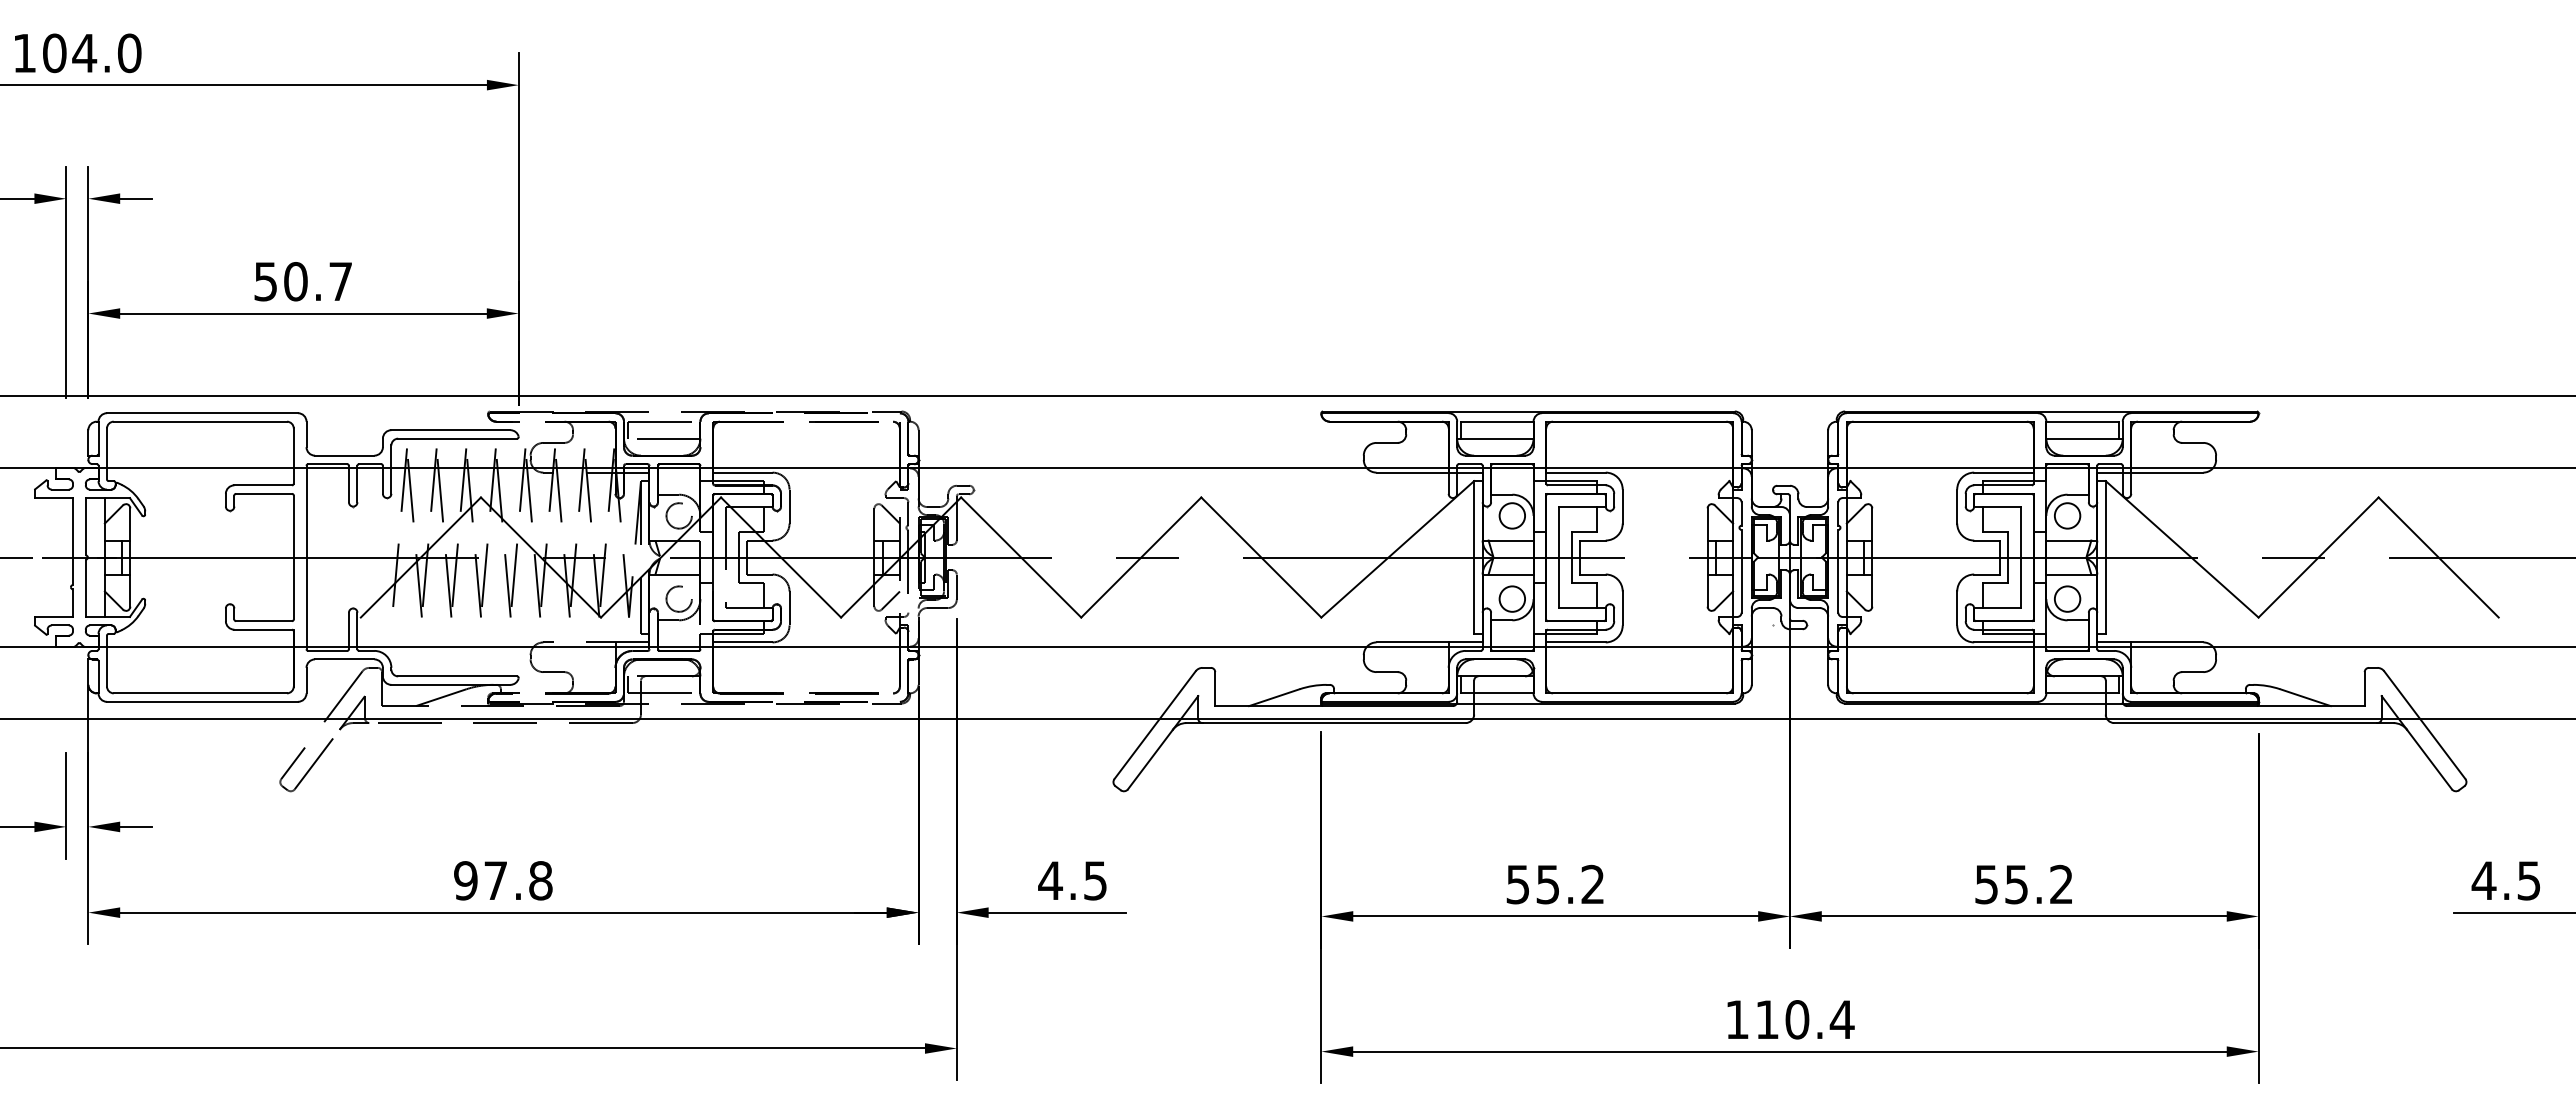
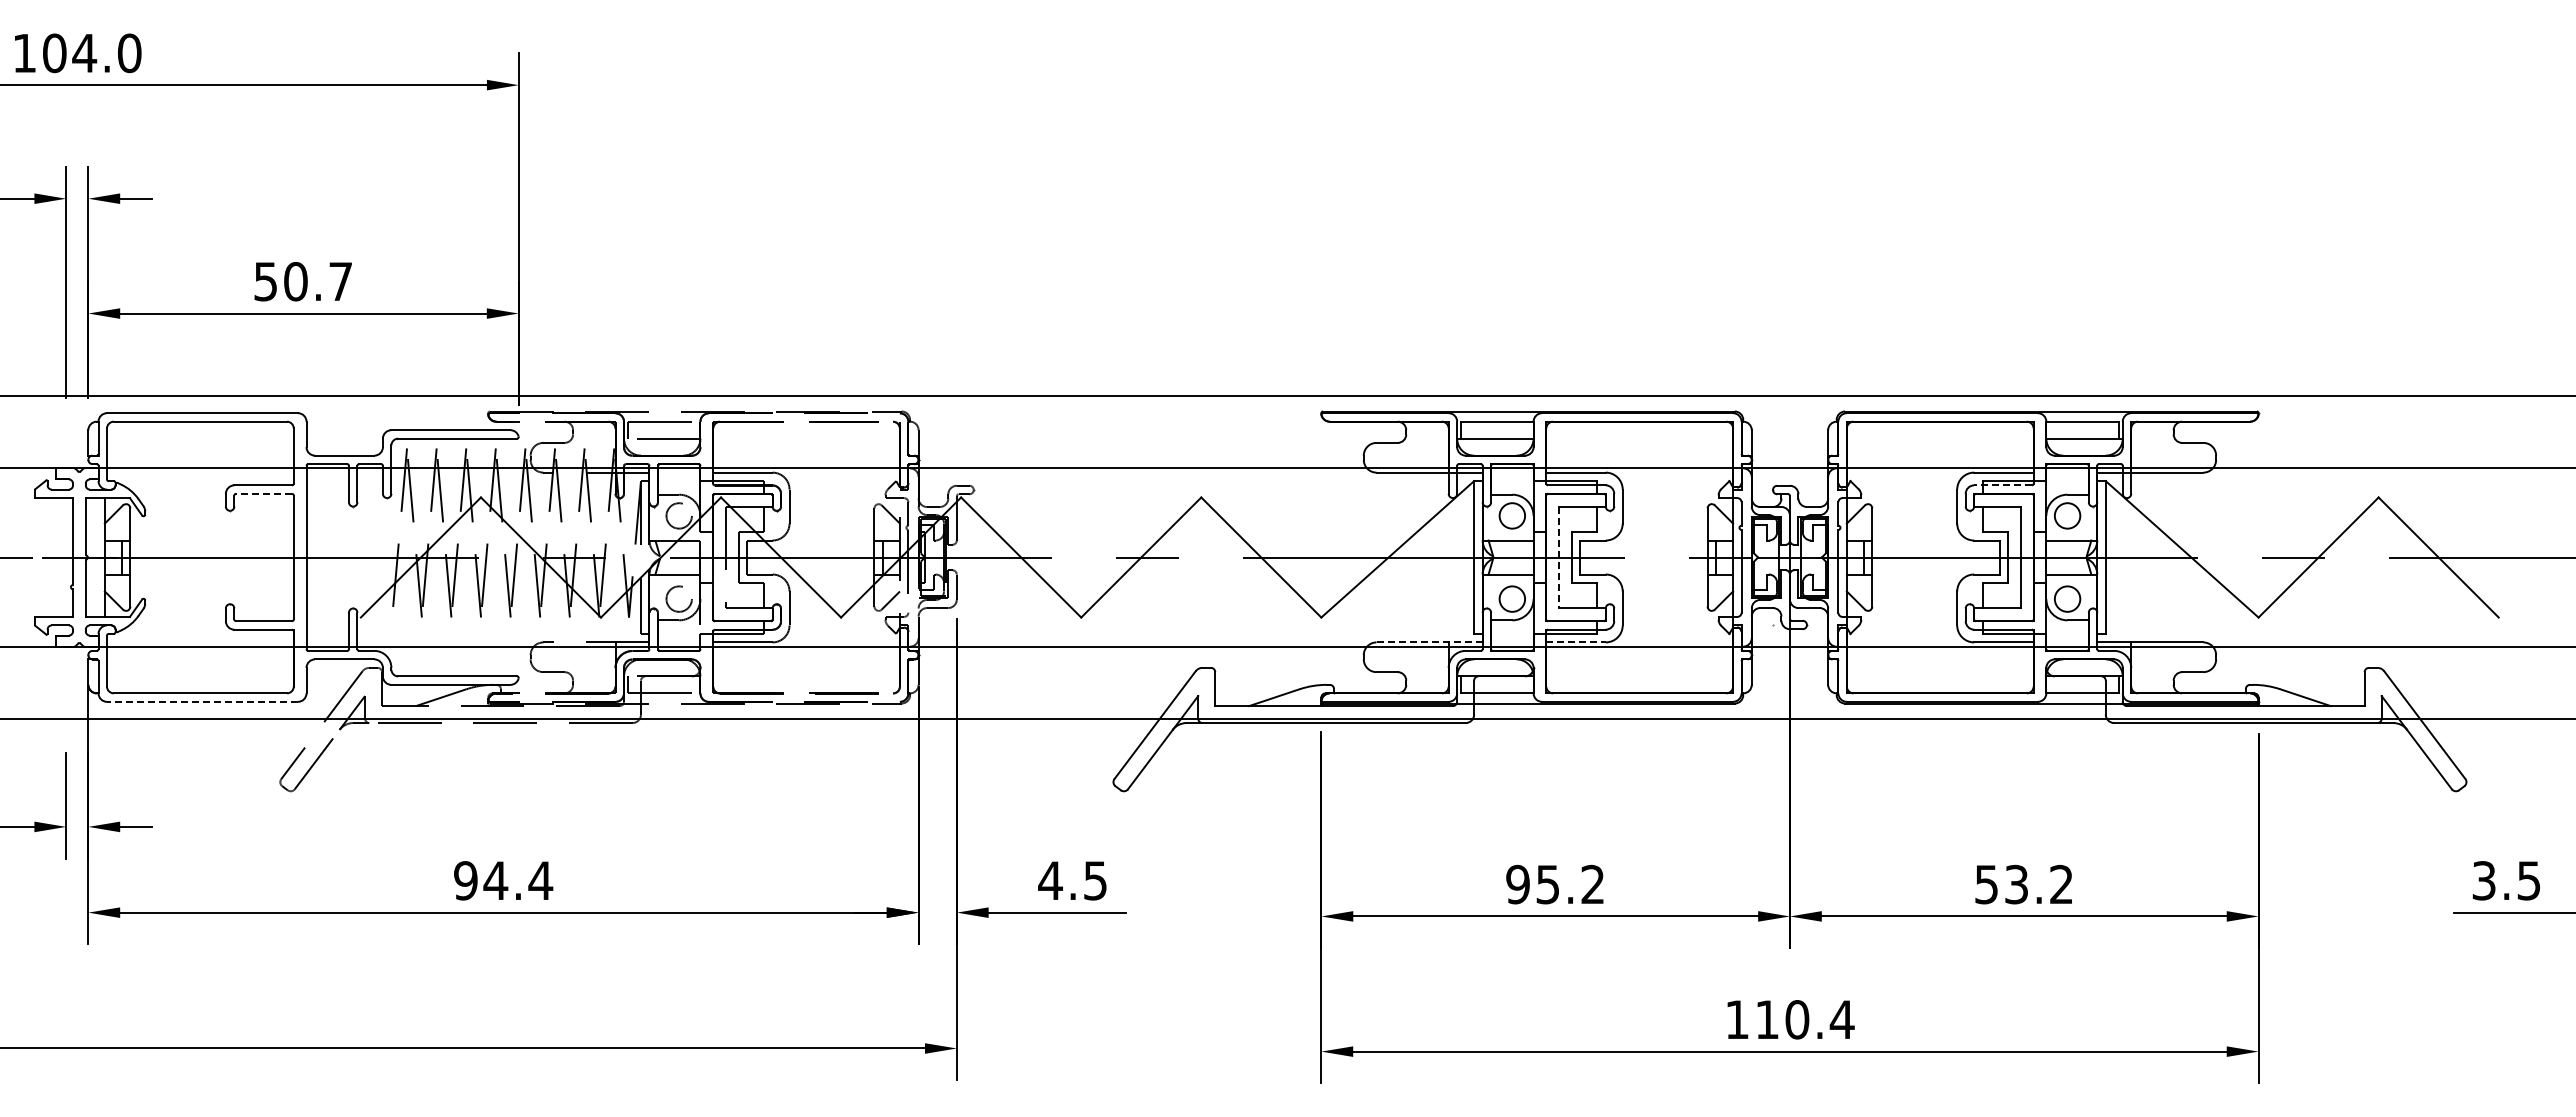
line at (2003, 485): solid -> dashed
line at (263, 493): solid -> dashed
line at (1559, 557): solid -> dashed
line at (1429, 642): solid -> dashed
line at (1576, 642): solid -> dashed
line at (202, 701): solid -> dashed
text at (518, 880): 97.8 -> 94.4
text at (2483, 880): 4.5 -> 3.5
text at (2016, 883): 55.2 -> 53.2
text at (1517, 884): 55.2 -> 95.2
